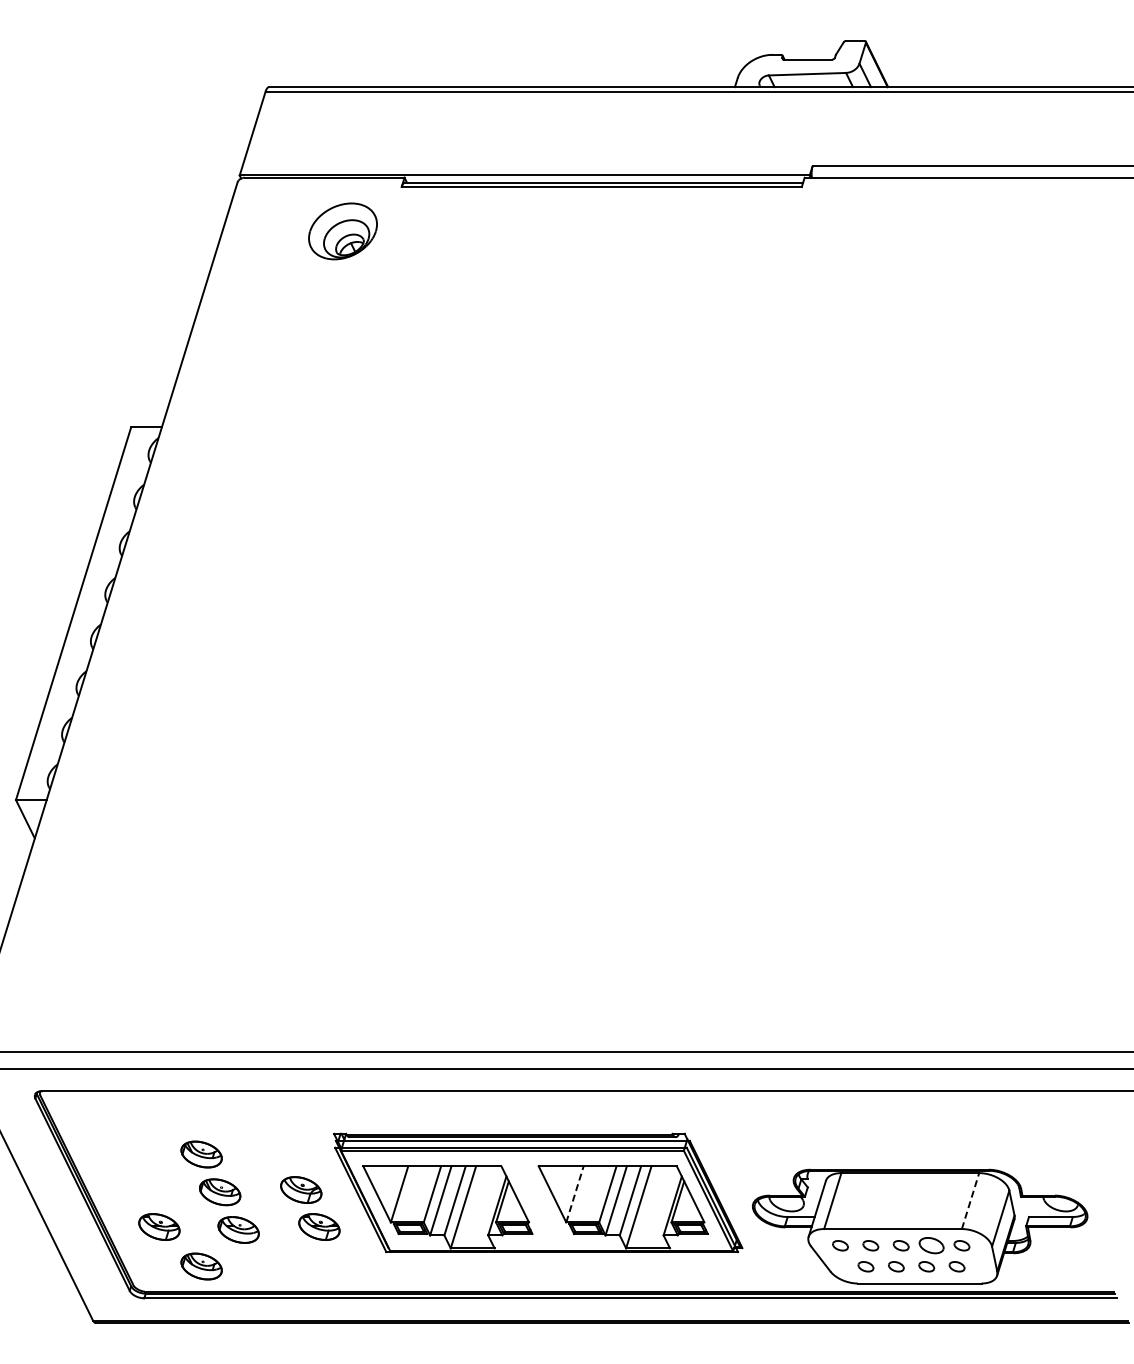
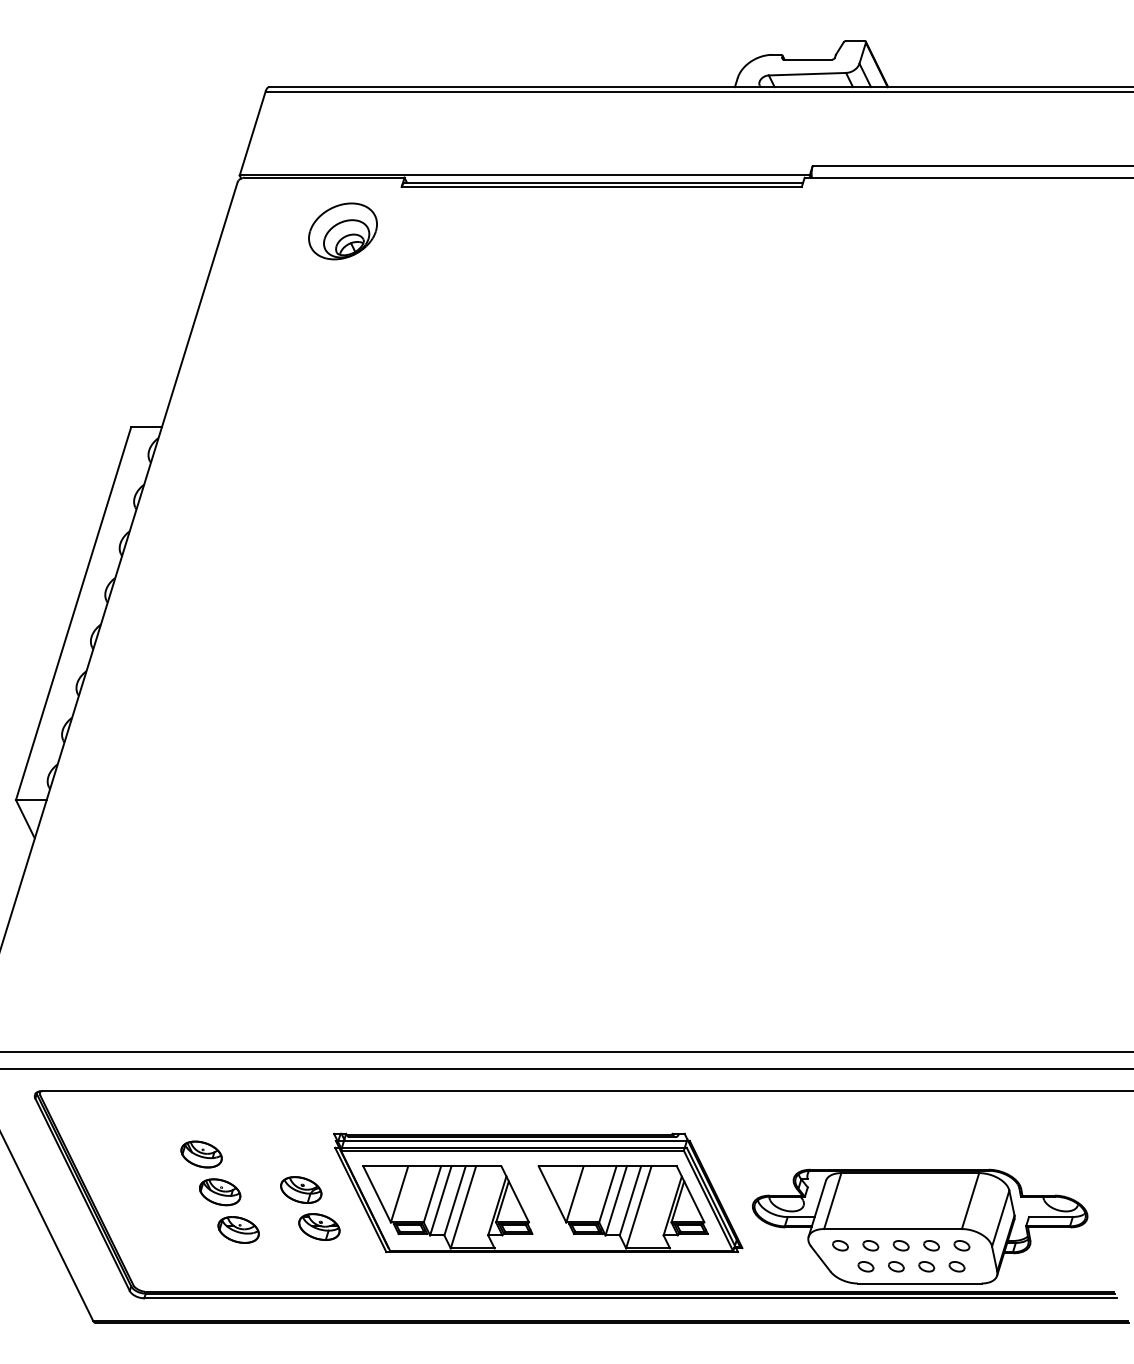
line at (575, 1193): dashed -> solid
line at (970, 1200): dashed -> solid
part at (159, 1226): present -> none
part at (931, 1245) size: 27x18 px -> 17x12 px
part at (201, 1266): present -> none
